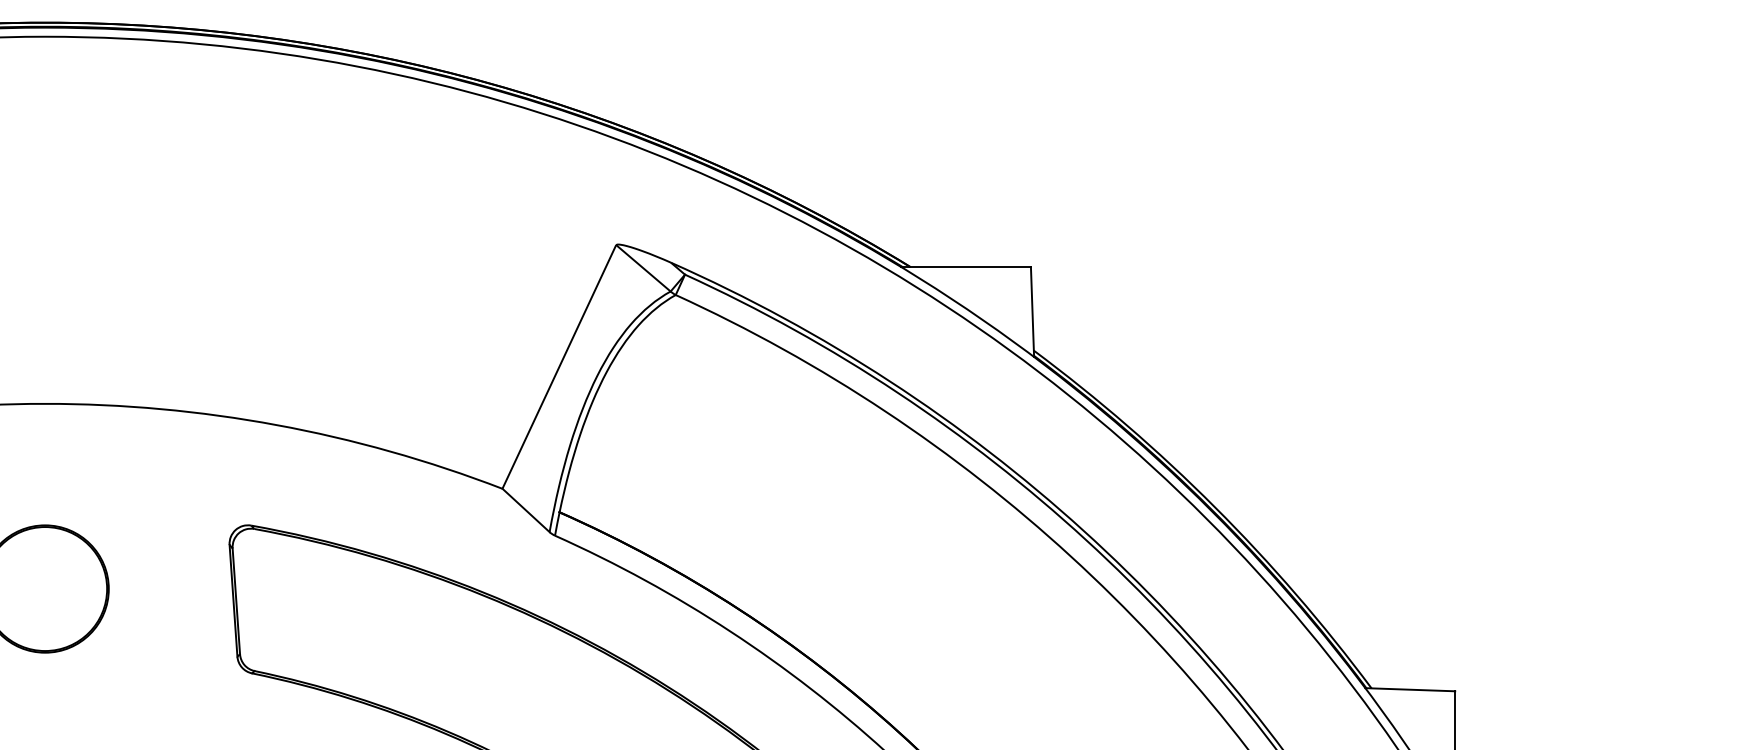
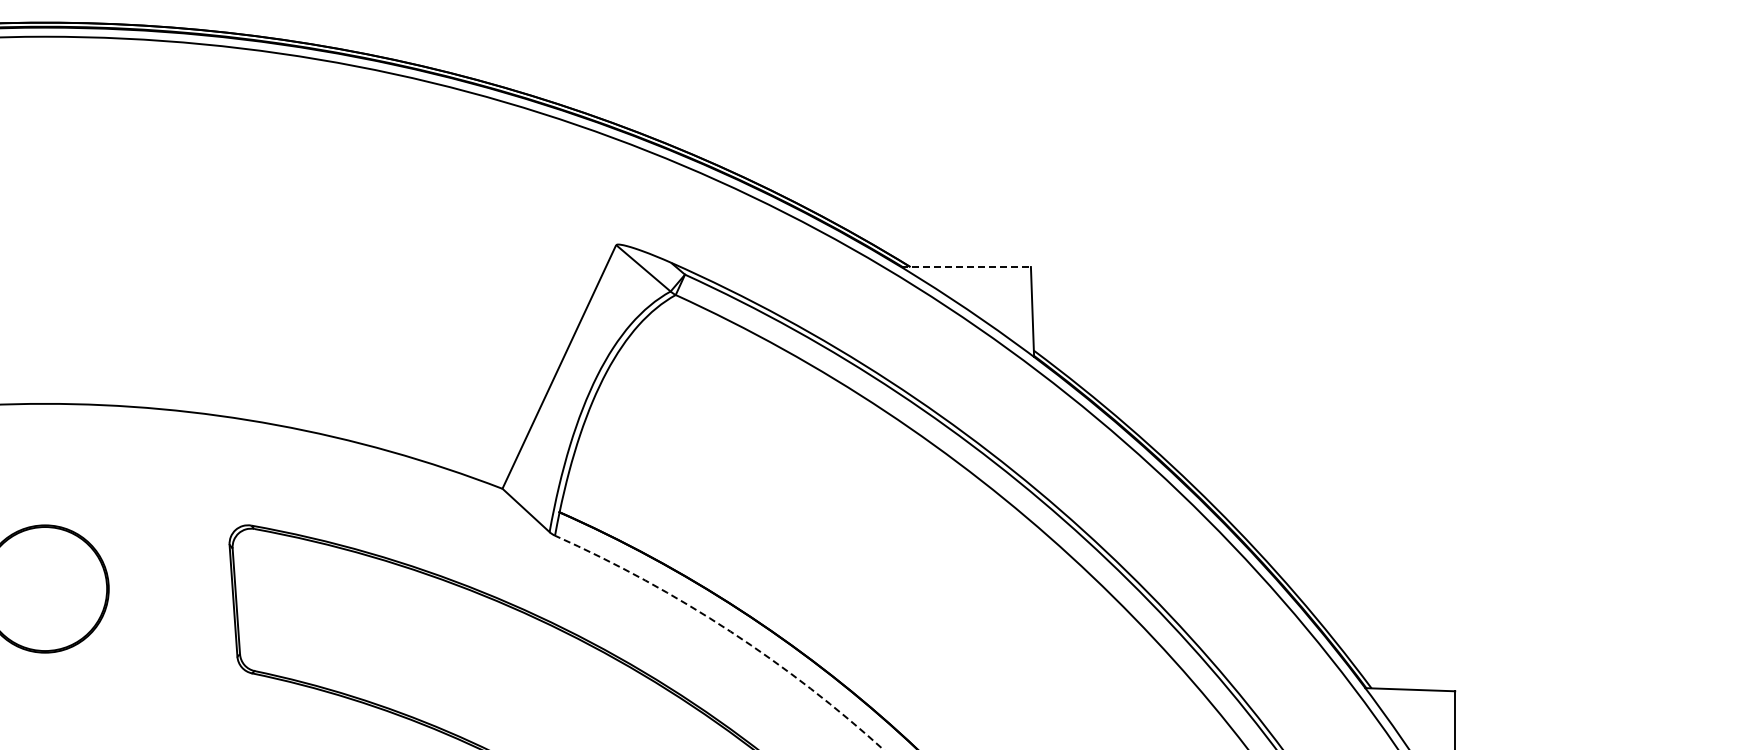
line at (966, 267): solid -> dashed
arc at (728, 629): solid -> dashed
